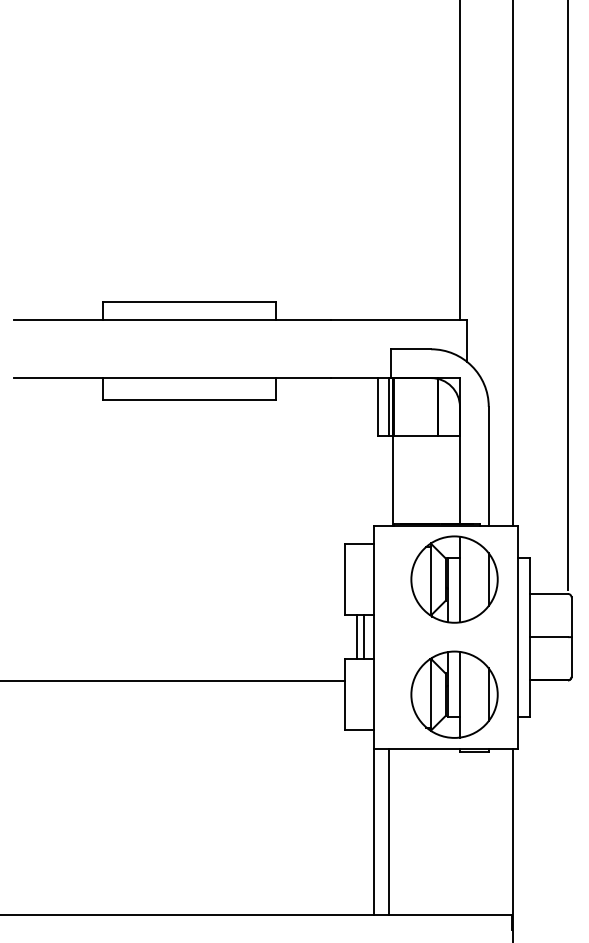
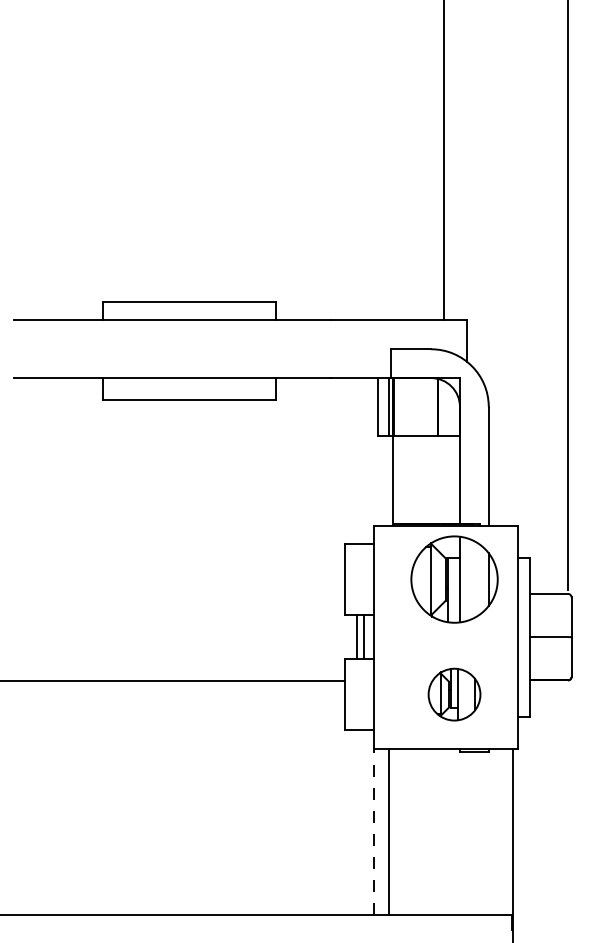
line at (459, 161) position: (459, 161) -> (443, 161)
line at (513, 263): present -> none
part at (454, 694) size: 89x89 px -> 55x55 px
line at (374, 831): solid -> dashed
